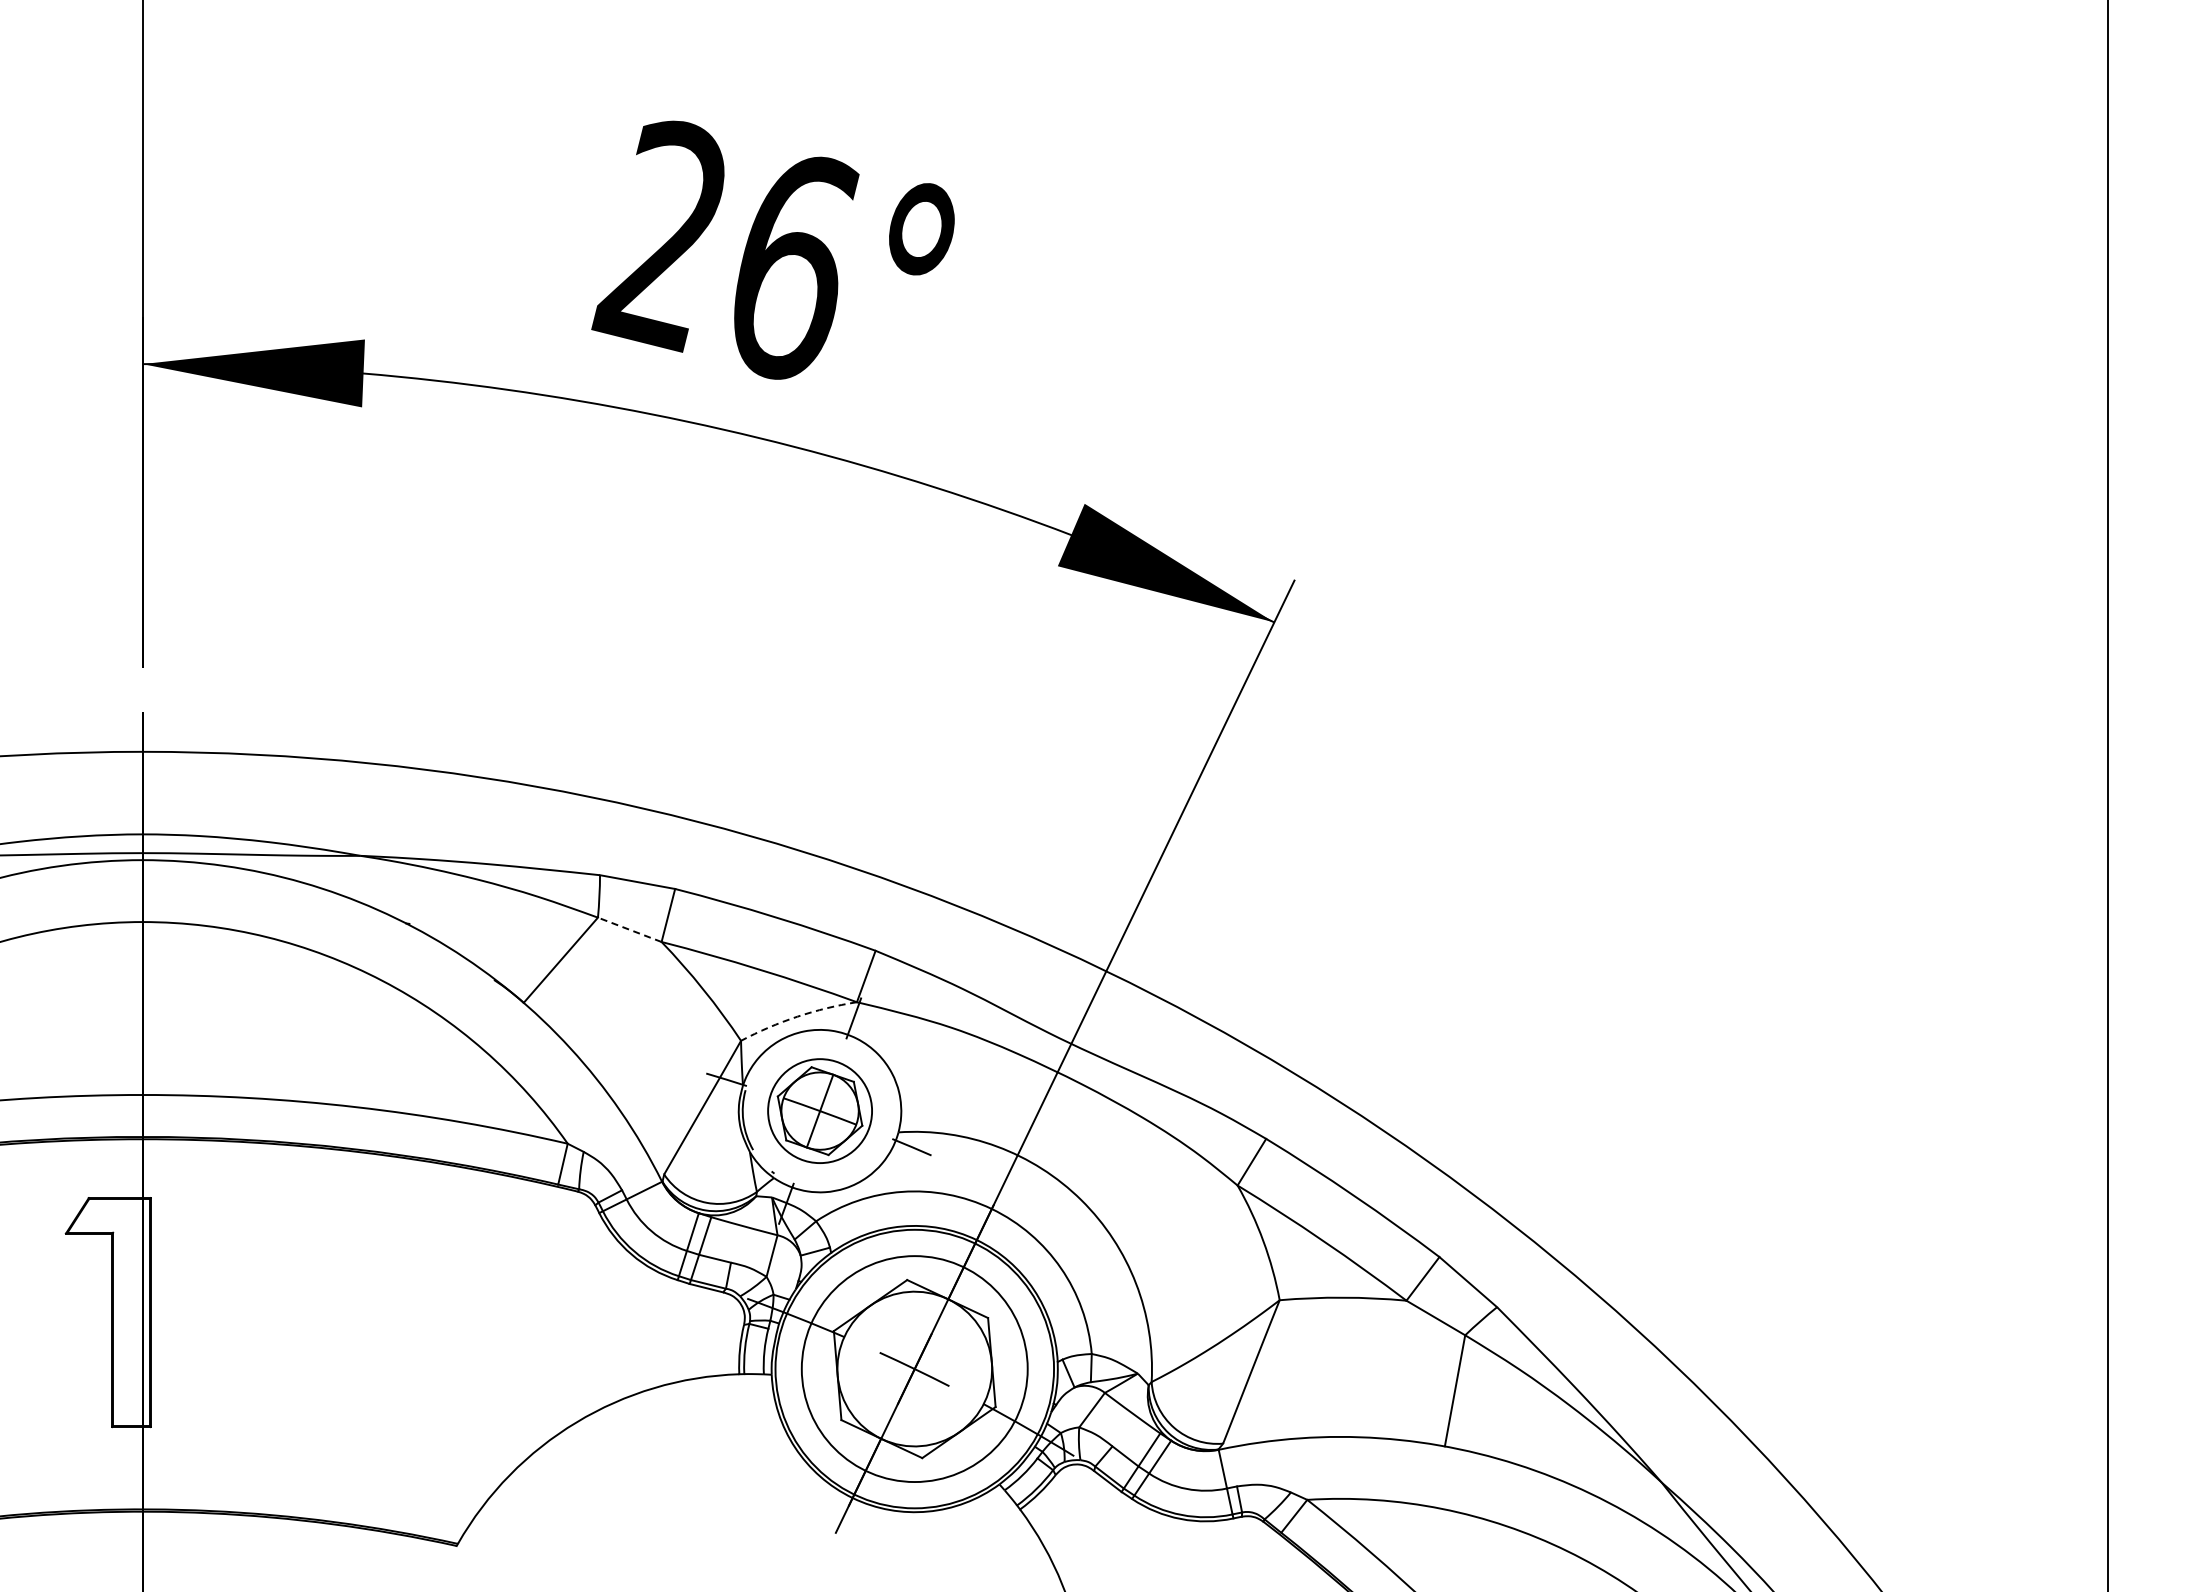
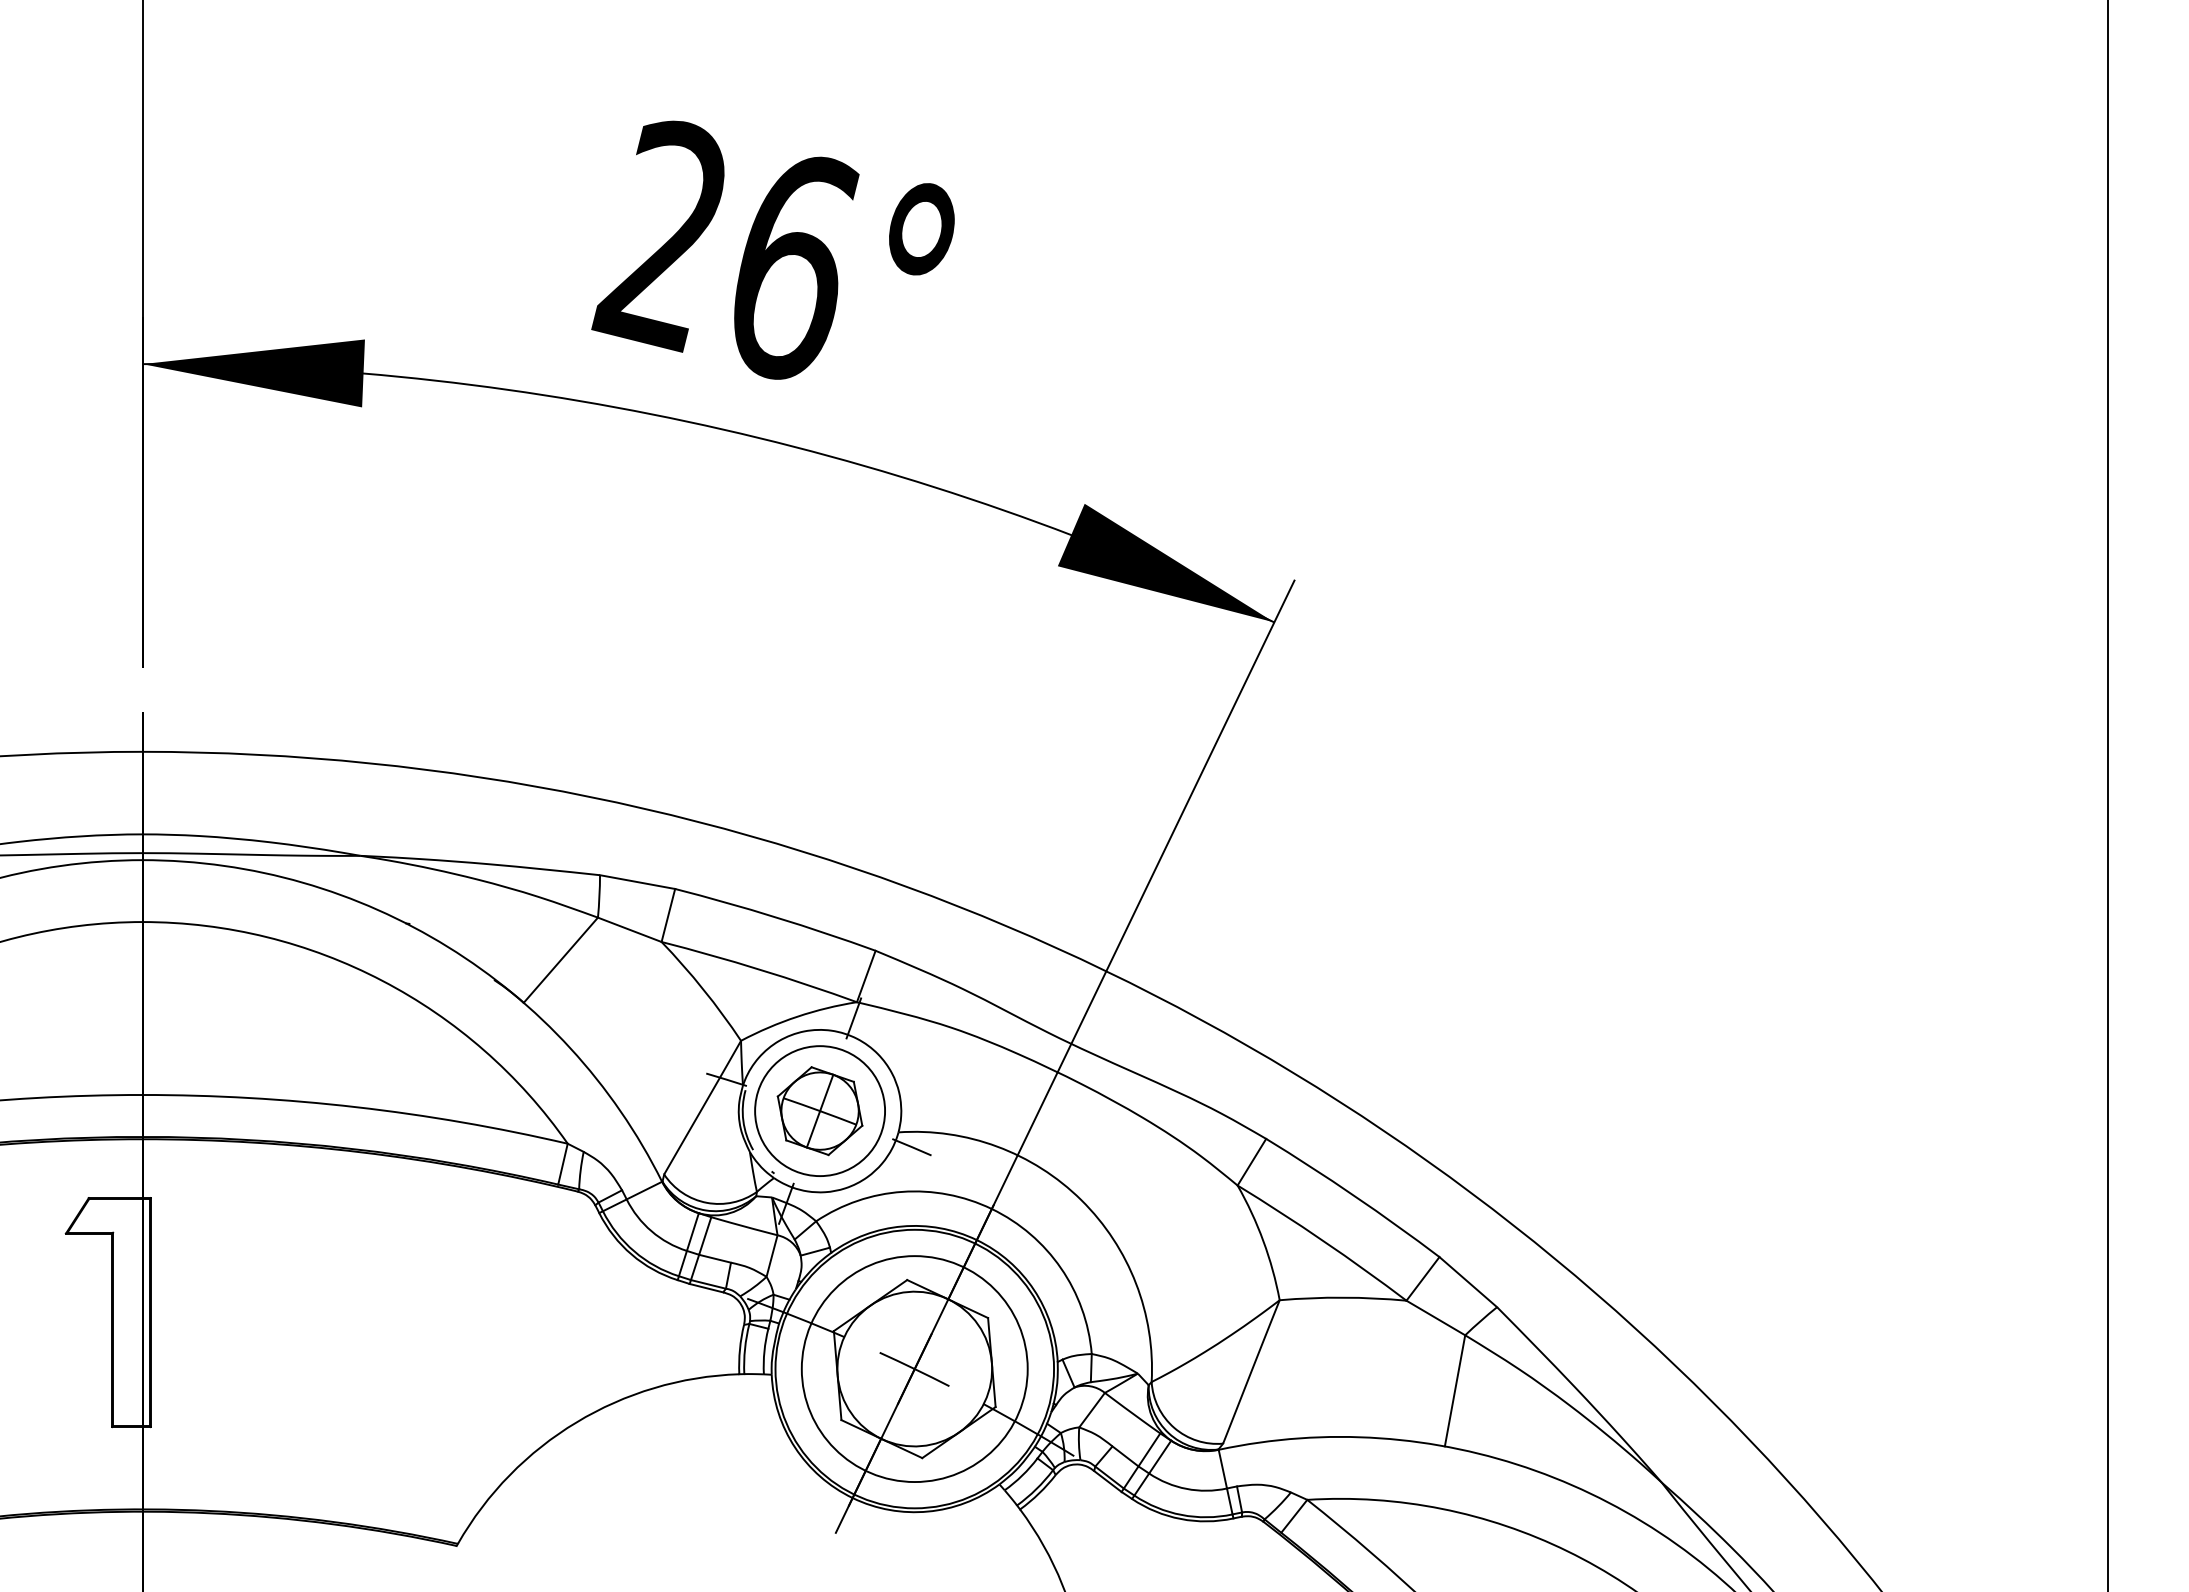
line at (629, 929): dashed -> solid
arc at (797, 1016): dashed -> solid
circle at (820, 1111) diameter: 104 px -> 130 px
